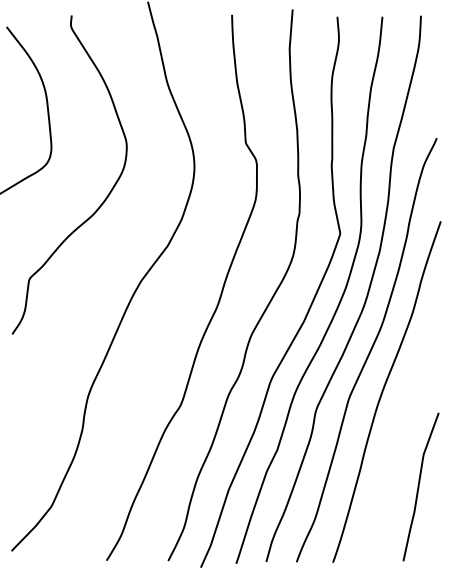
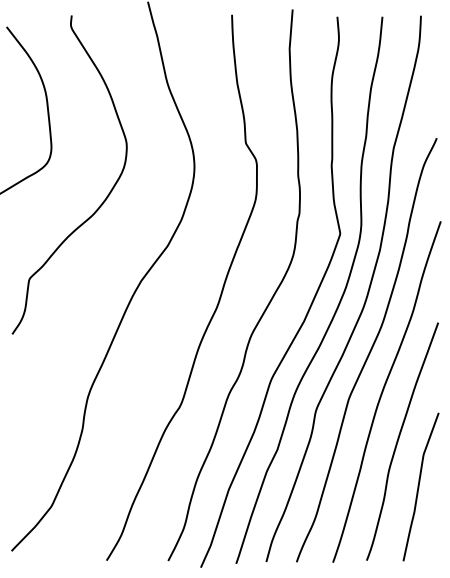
curve at (399, 439): none -> present
